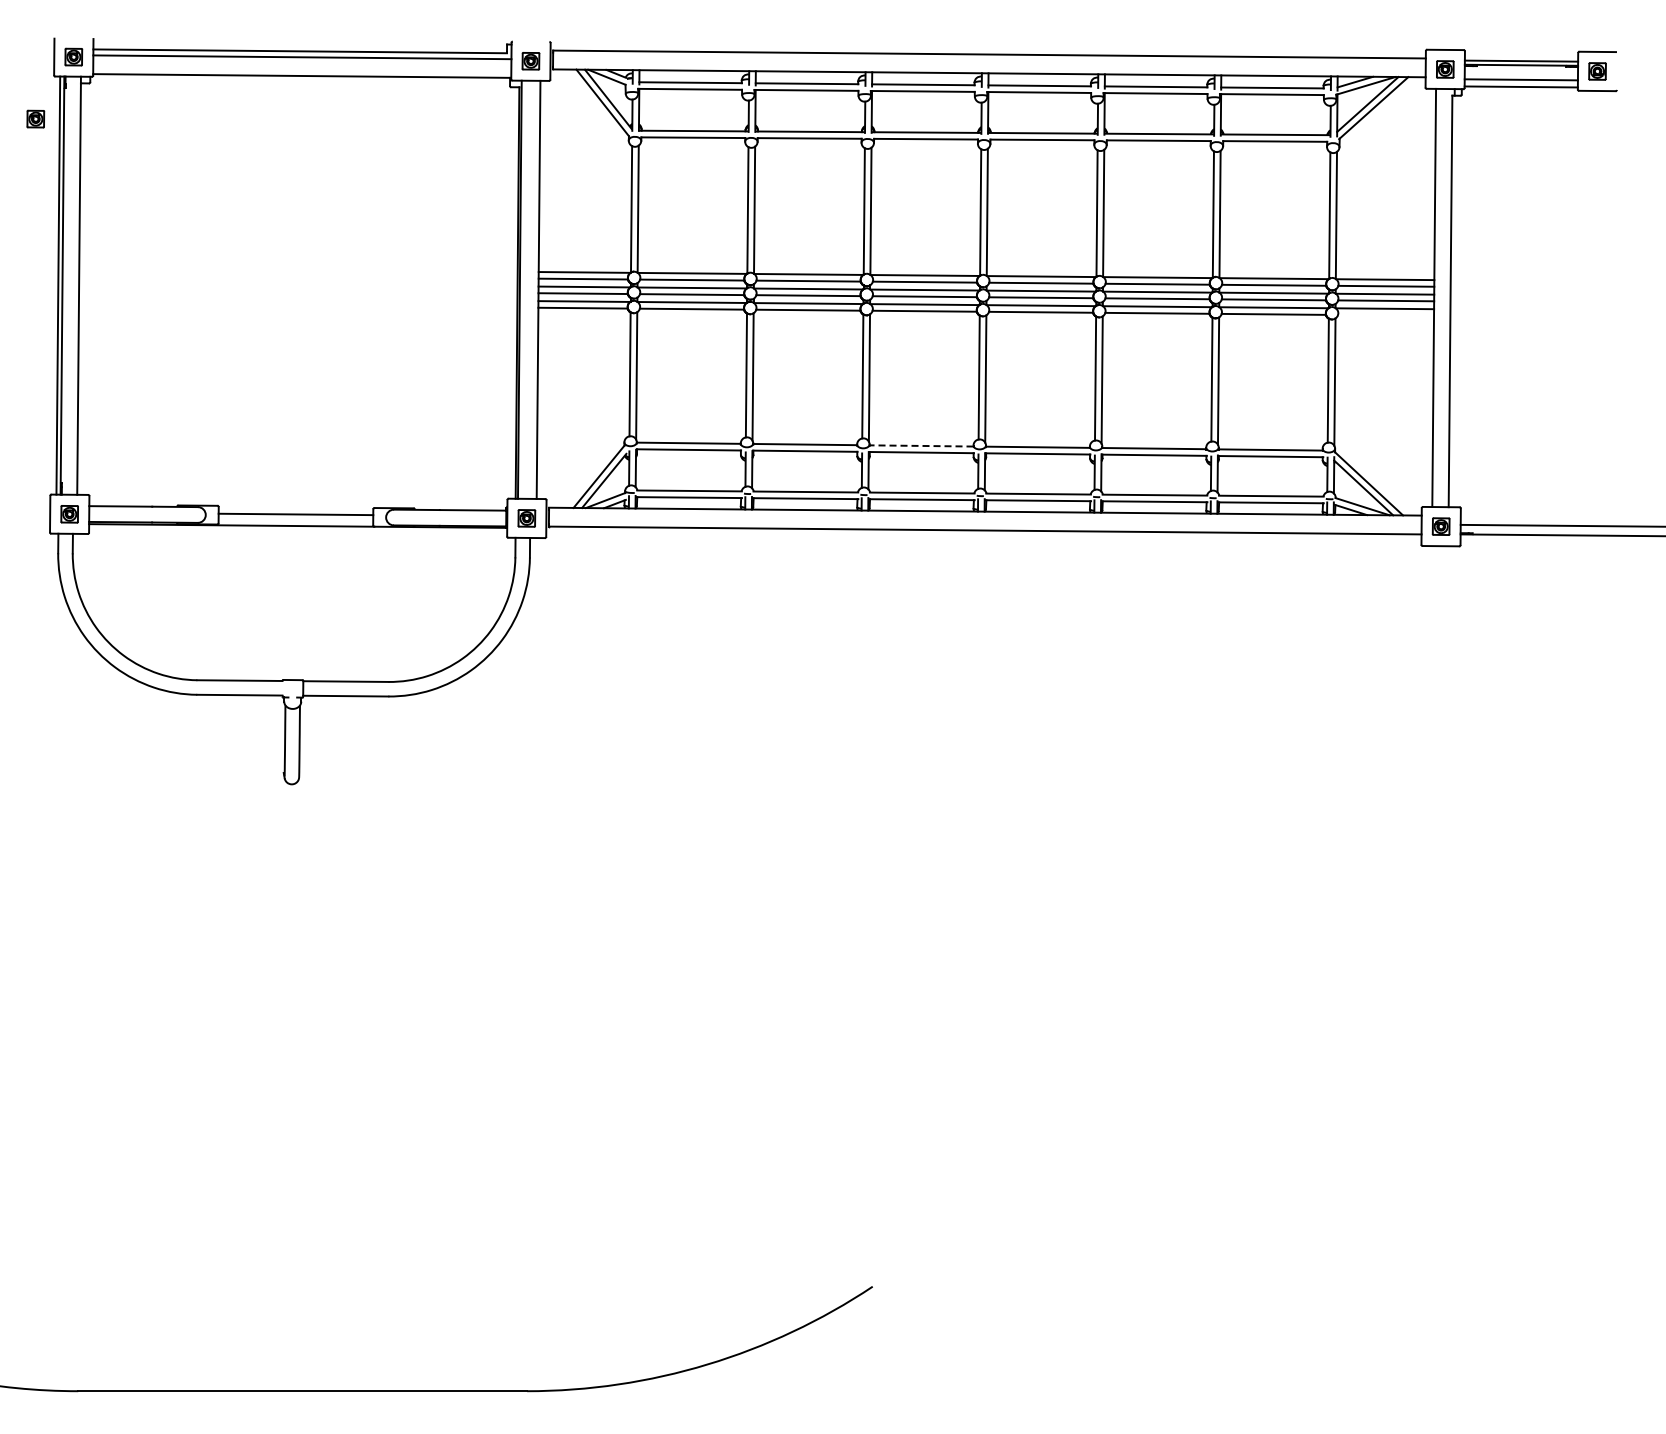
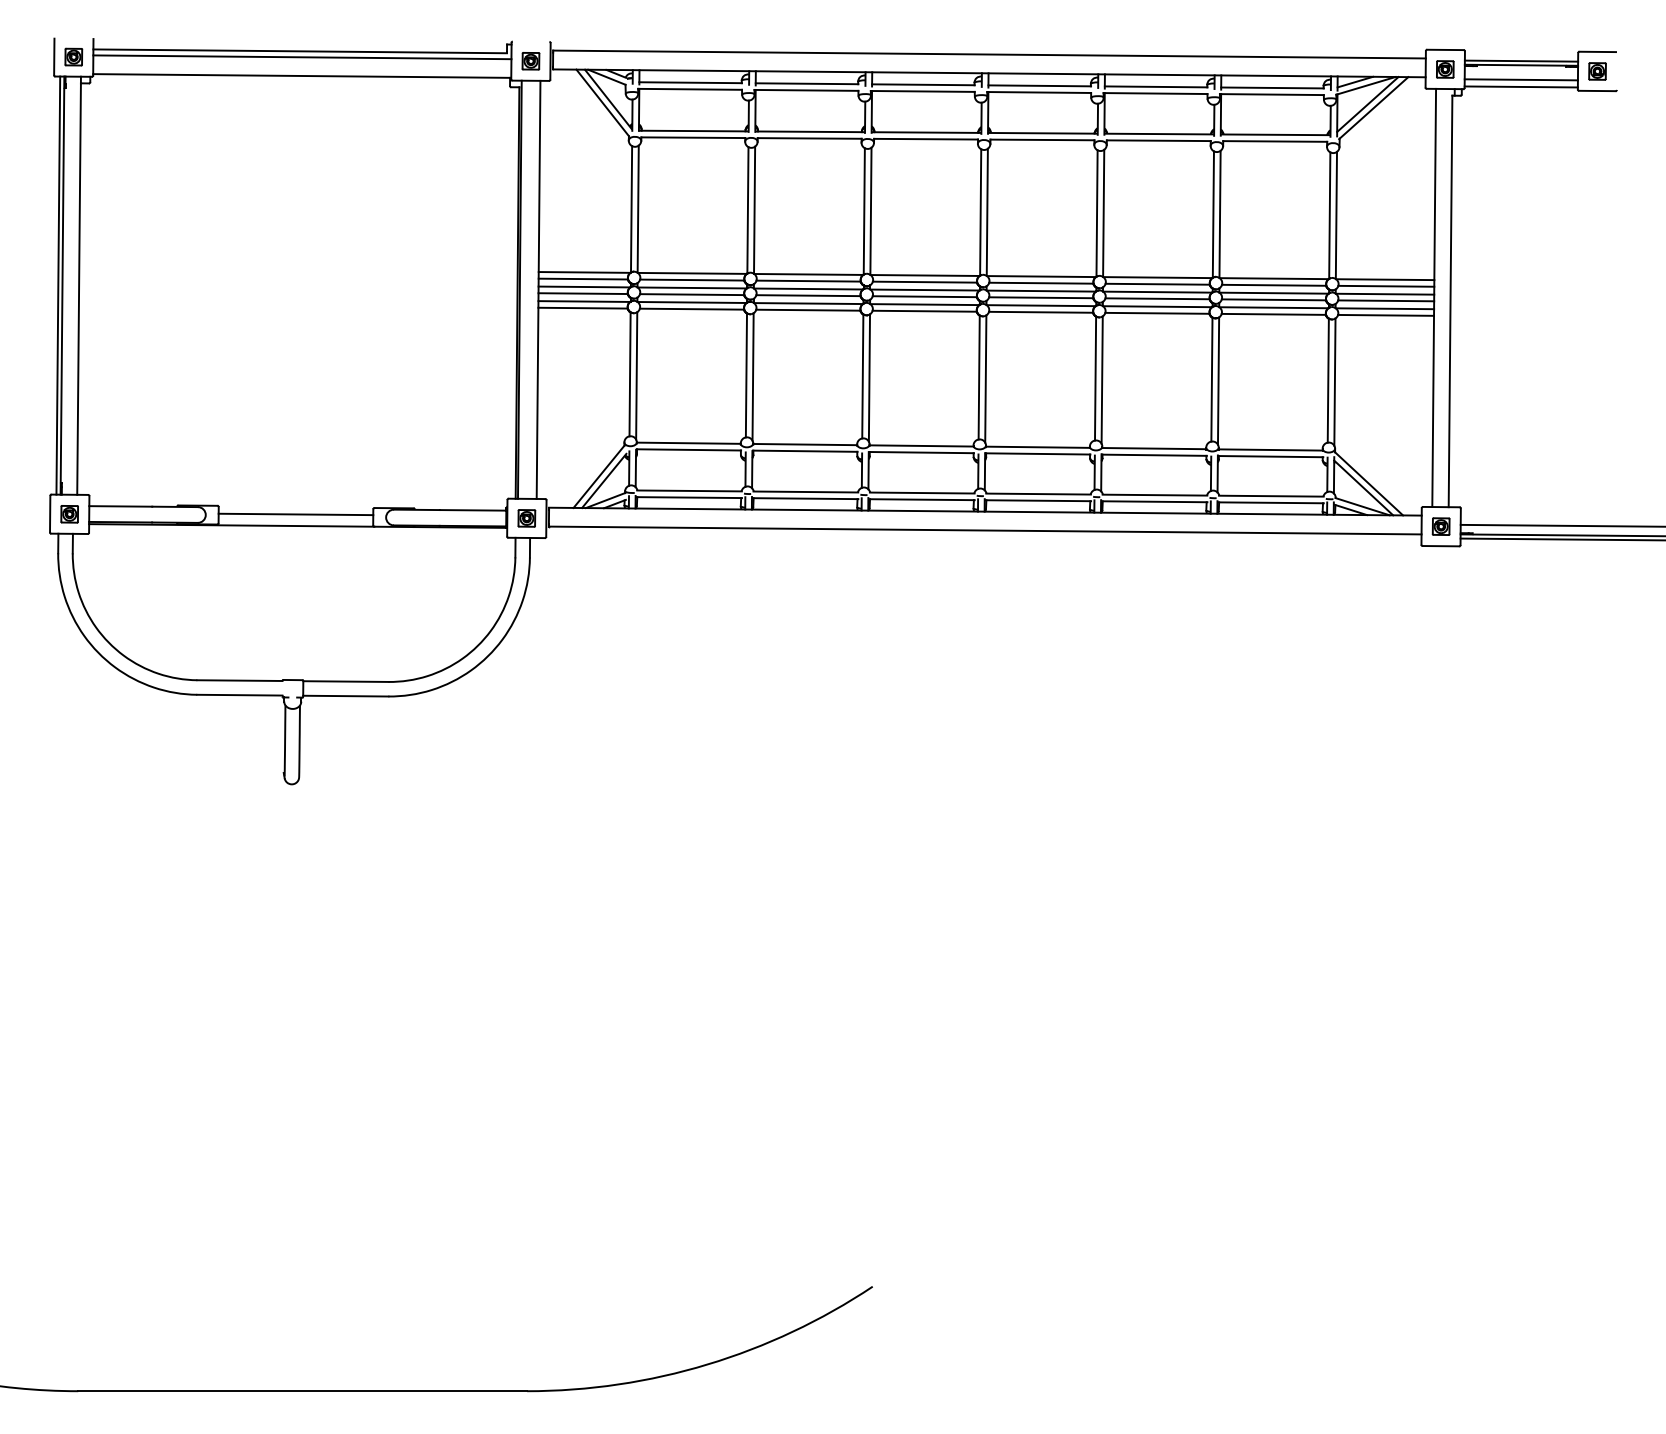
part at (35, 118): present -> none
line at (1386, 314): none -> present
line at (921, 445): dashed -> solid
line at (1561, 539): none -> present
